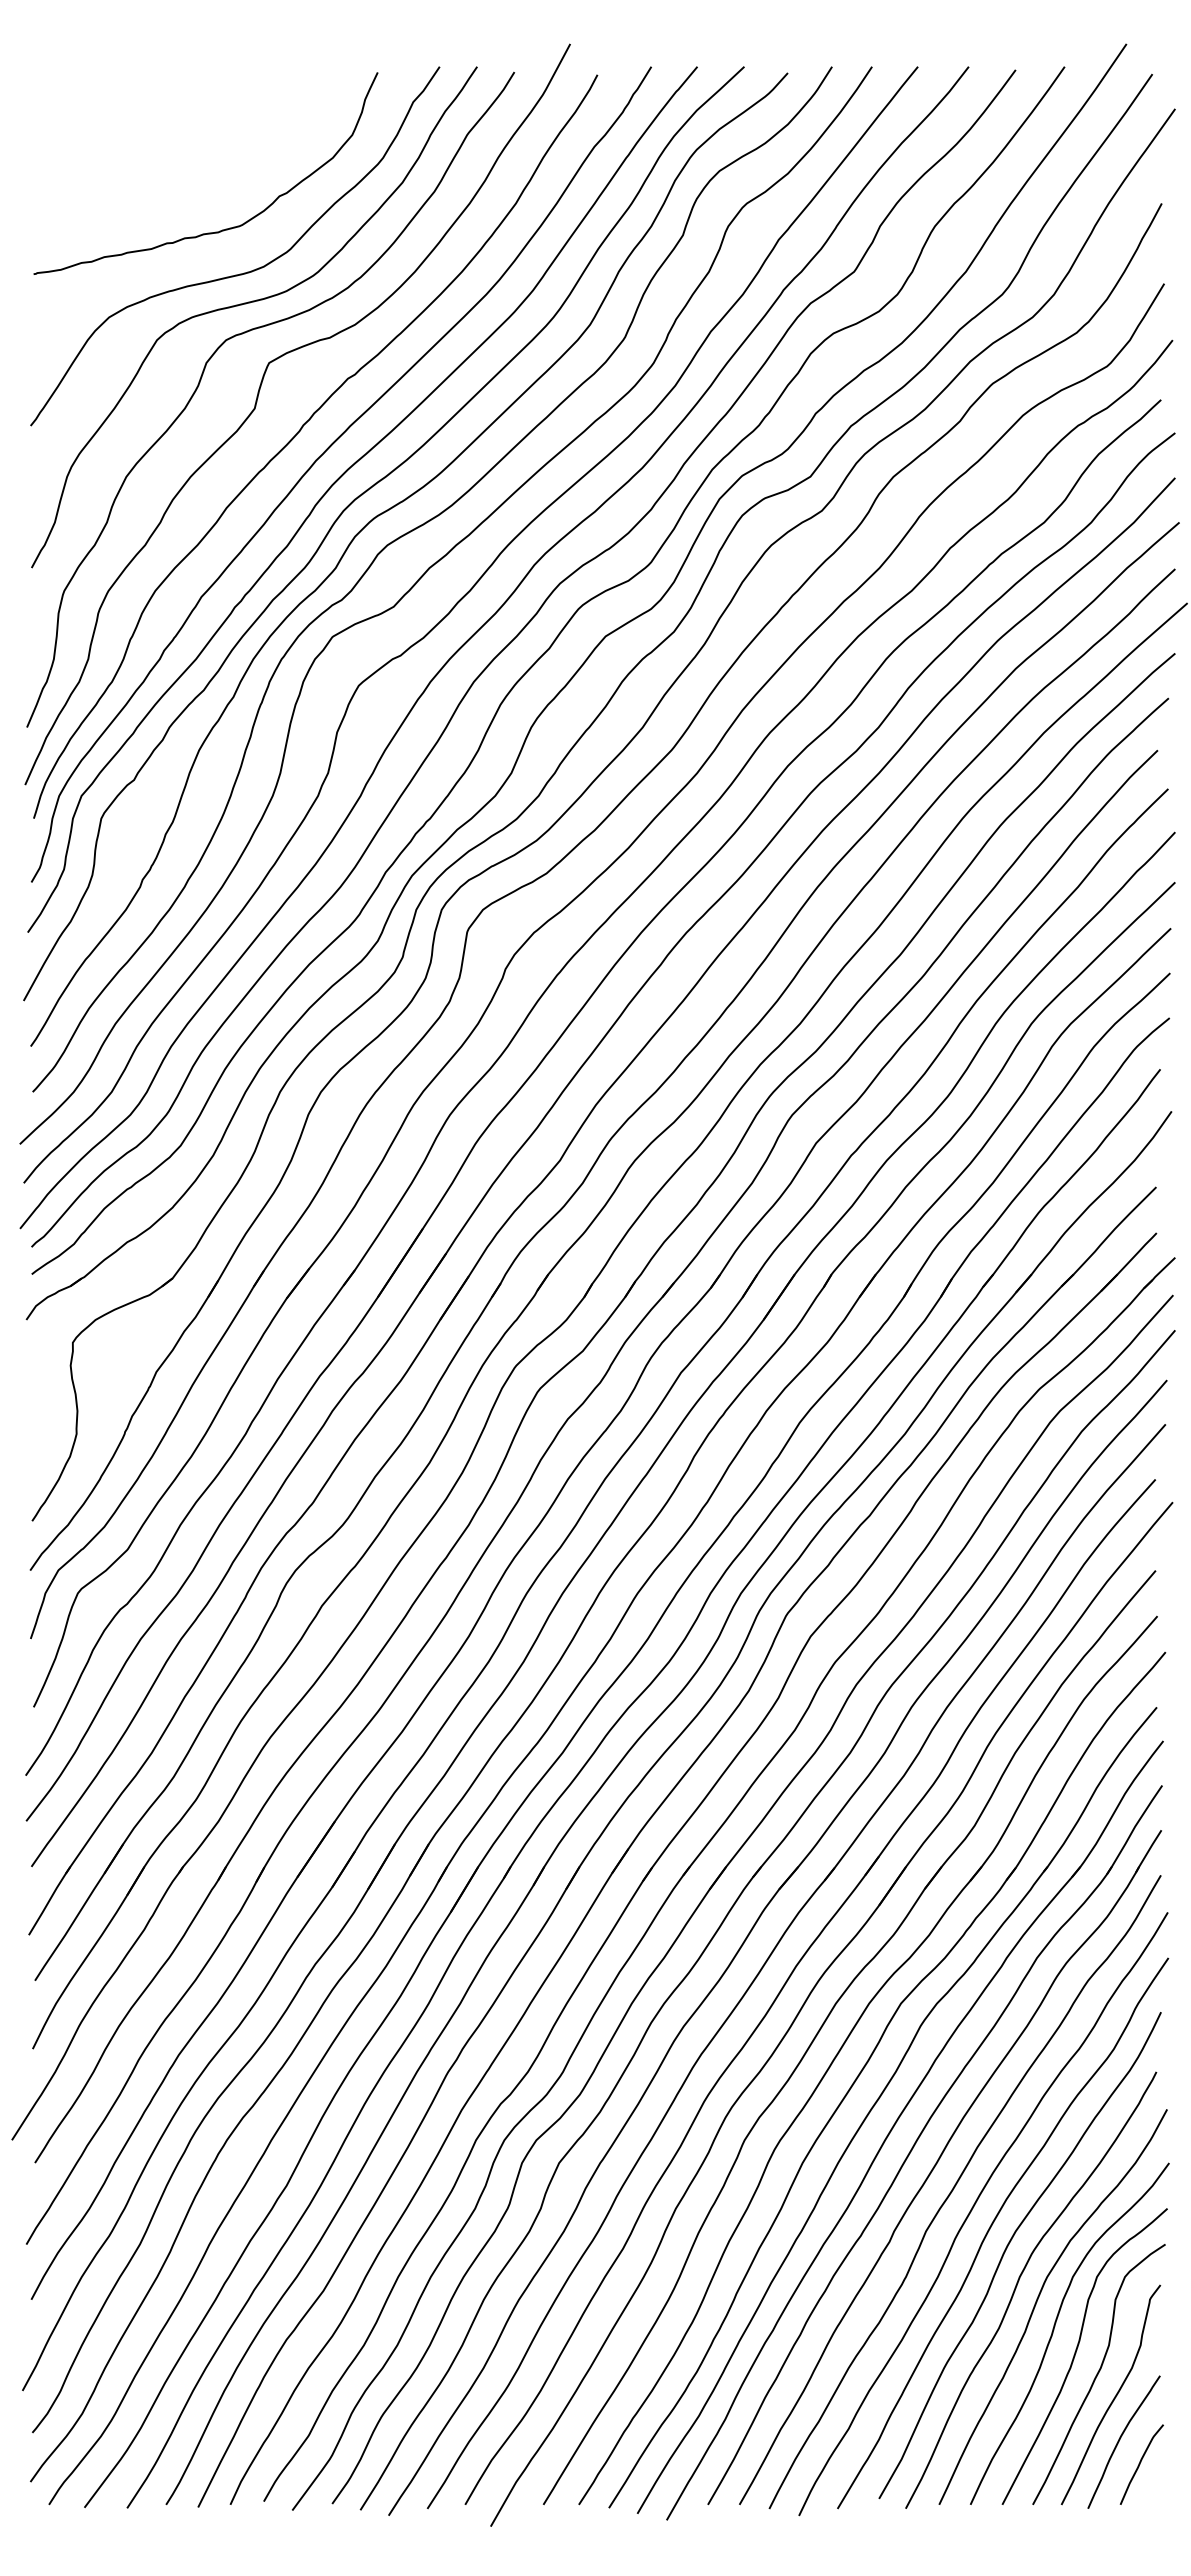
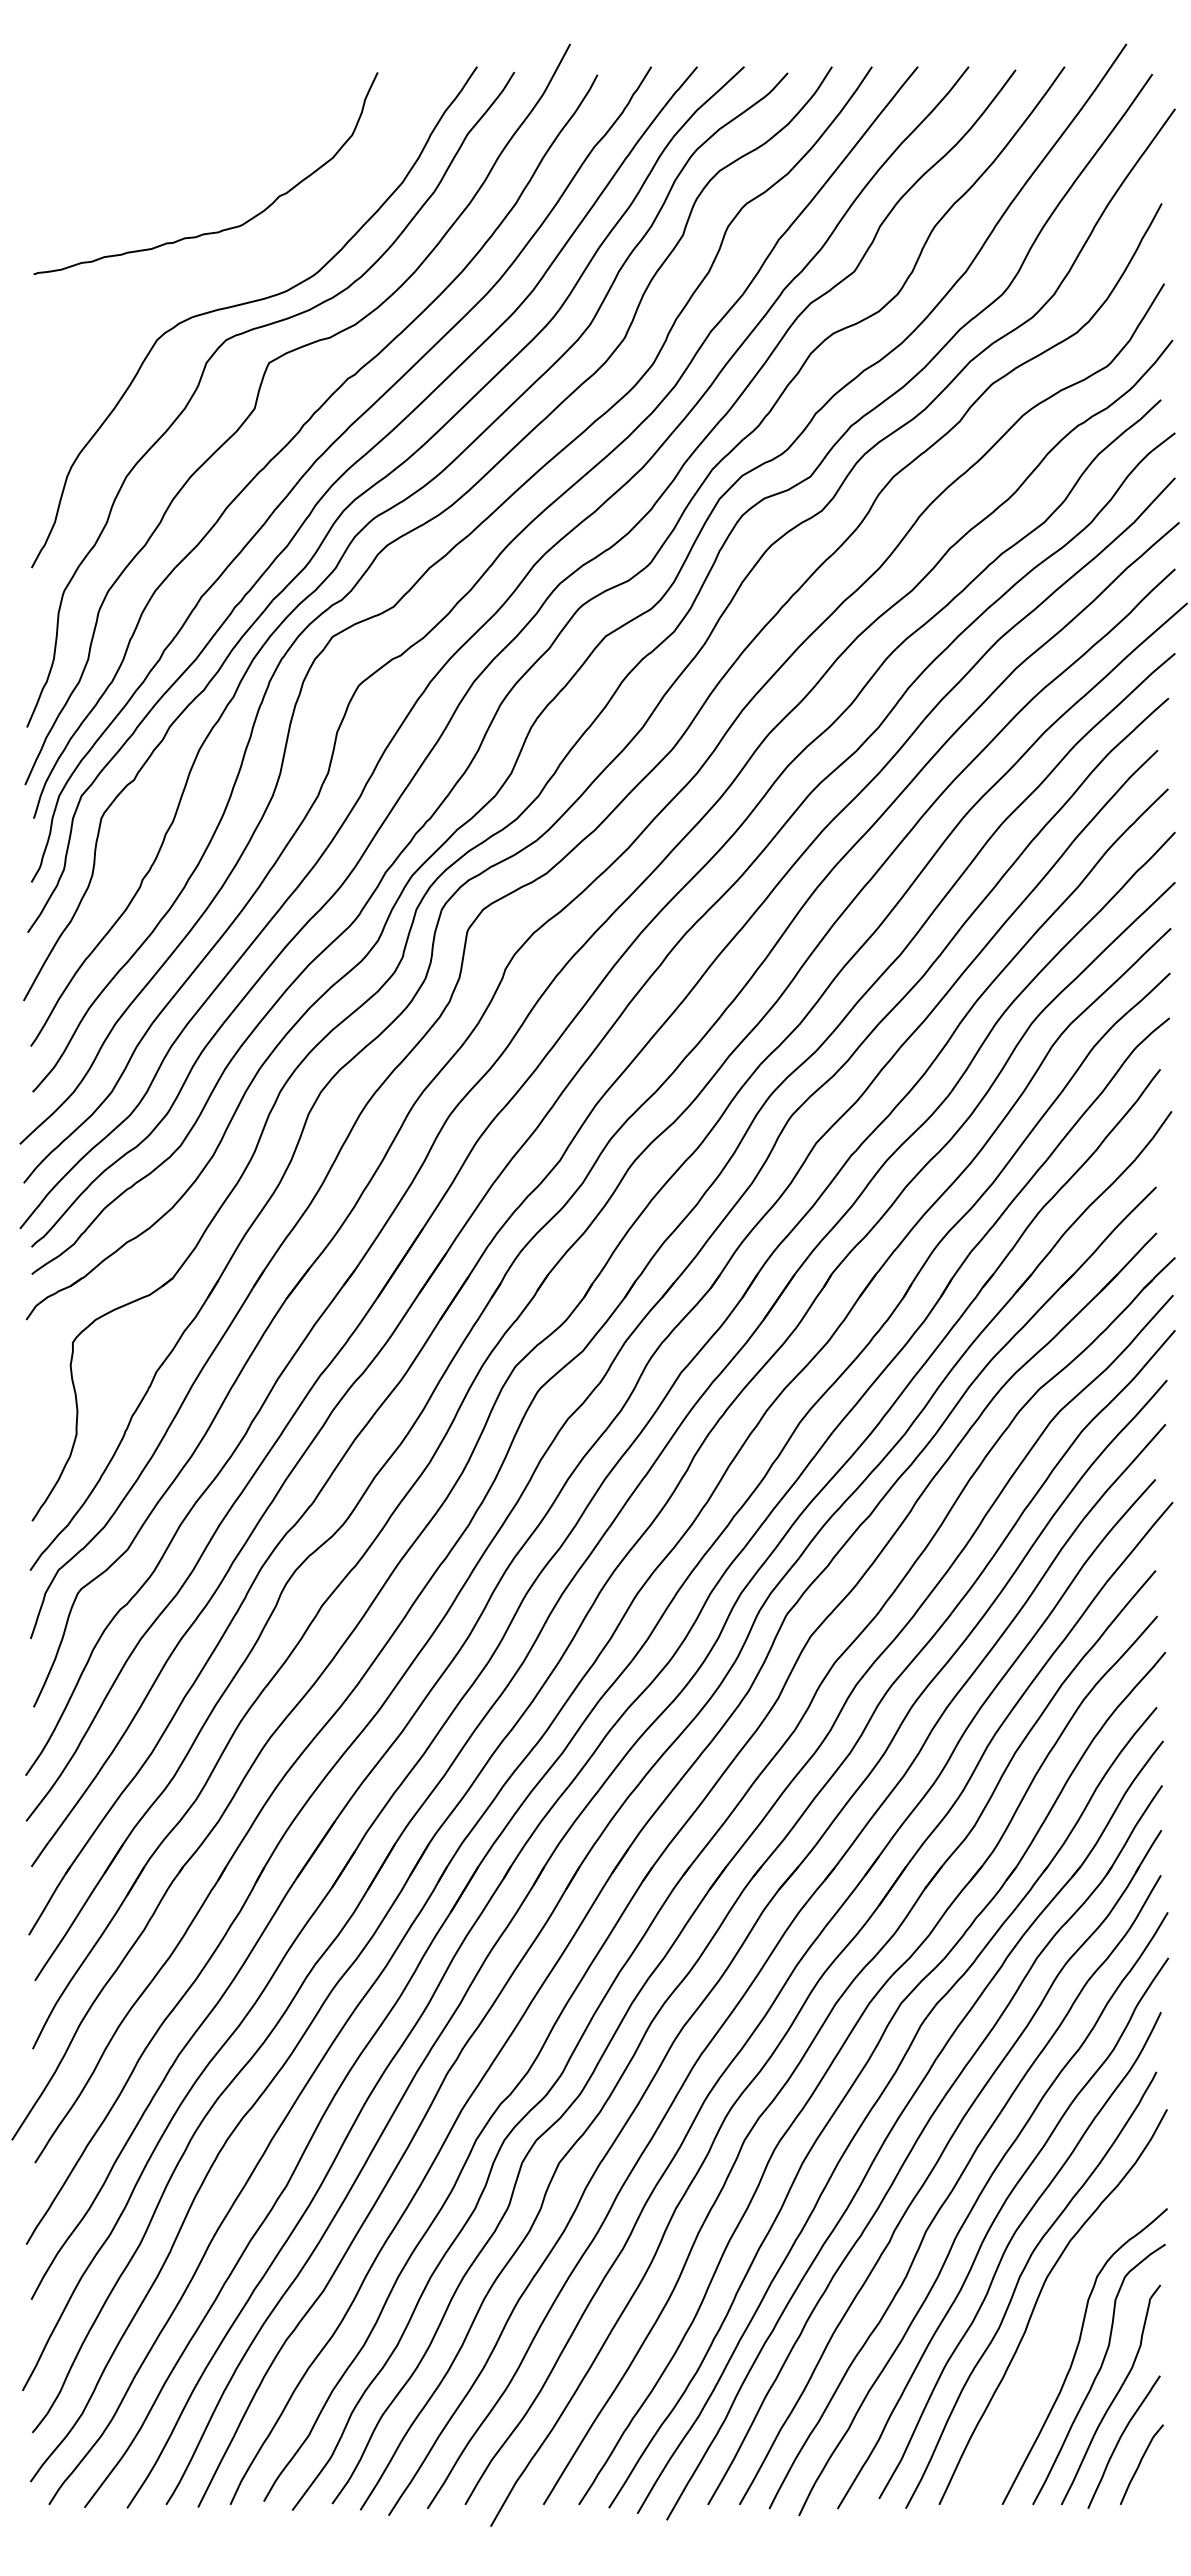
curve at (239, 273): present -> none
curve at (1054, 2330): present -> none
